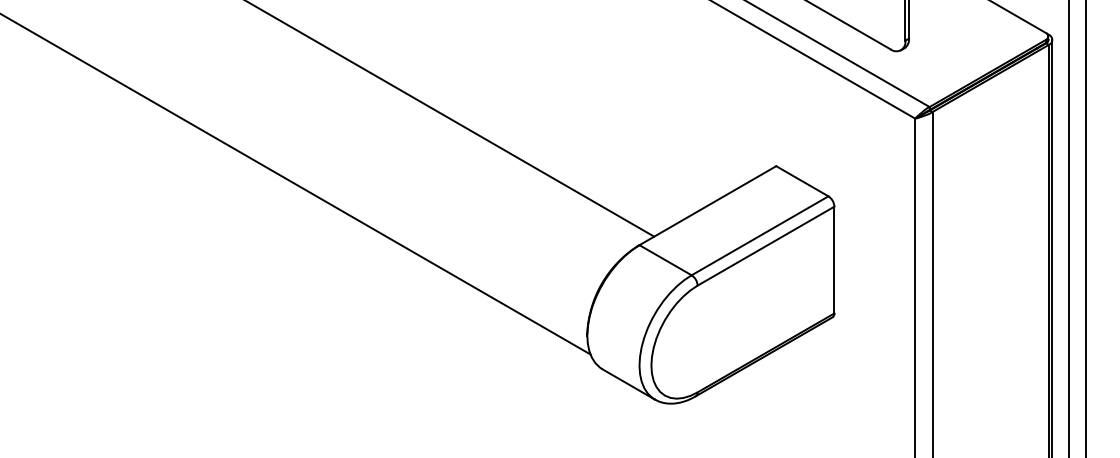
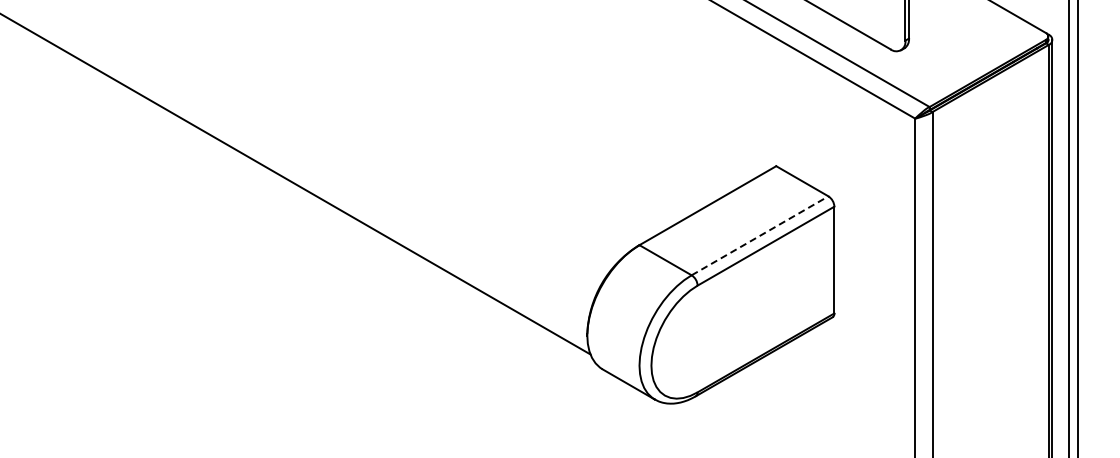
line at (451, 119): present -> none
line at (1086, 228) position: (1086, 228) -> (1078, 228)
line at (760, 235): solid -> dashed
